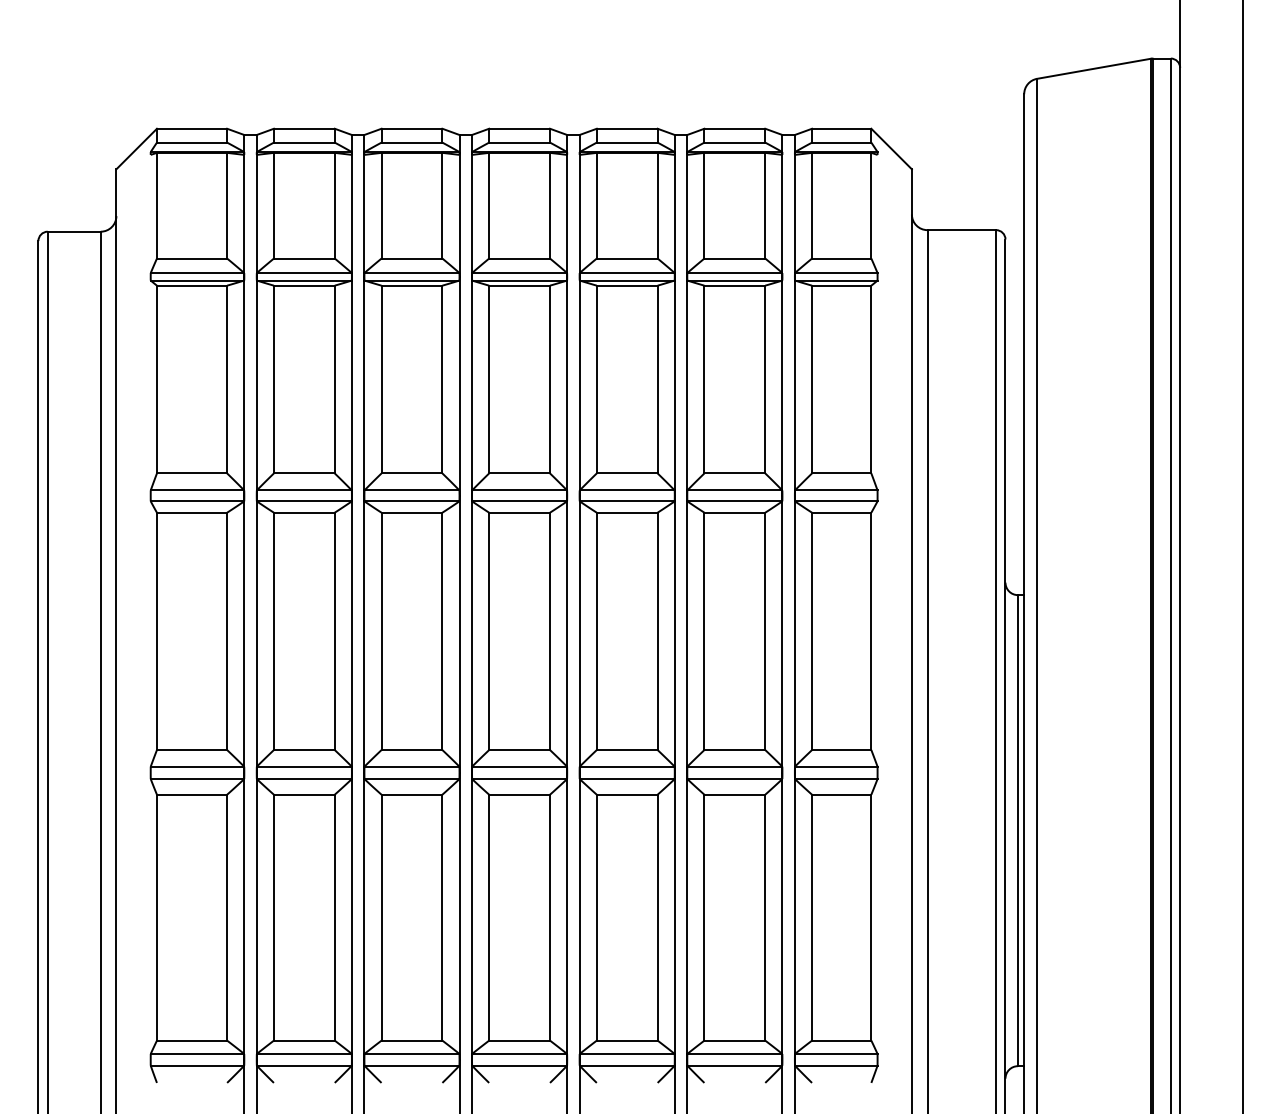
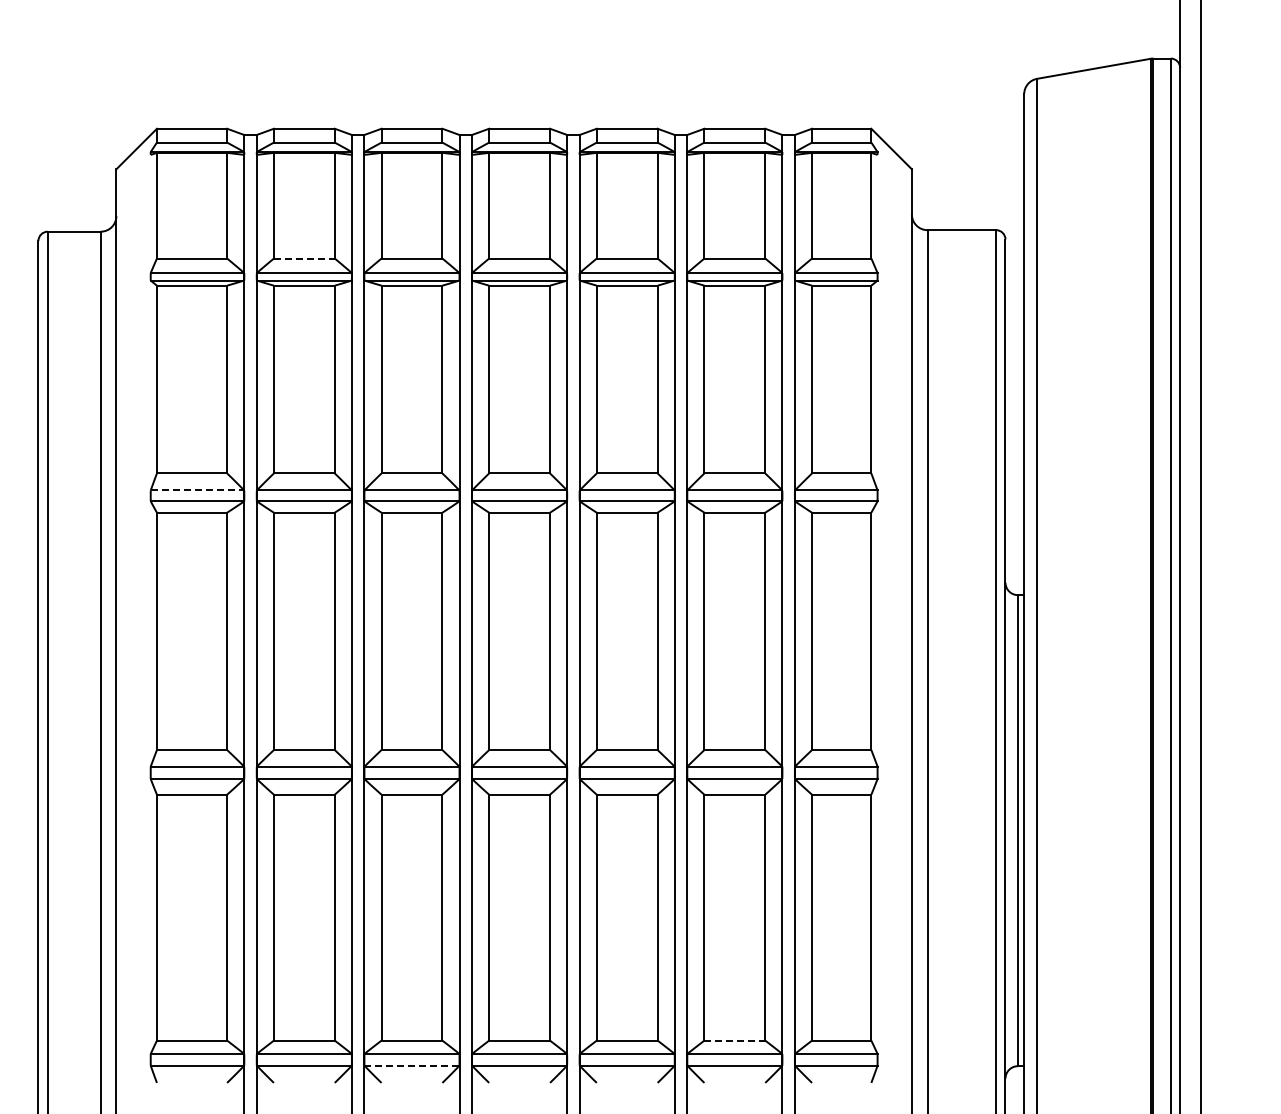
line at (304, 258): solid -> dashed
line at (197, 490): solid -> dashed
line at (1242, 556) position: (1242, 556) -> (1200, 556)
line at (735, 1040): solid -> dashed
line at (412, 1065): solid -> dashed
